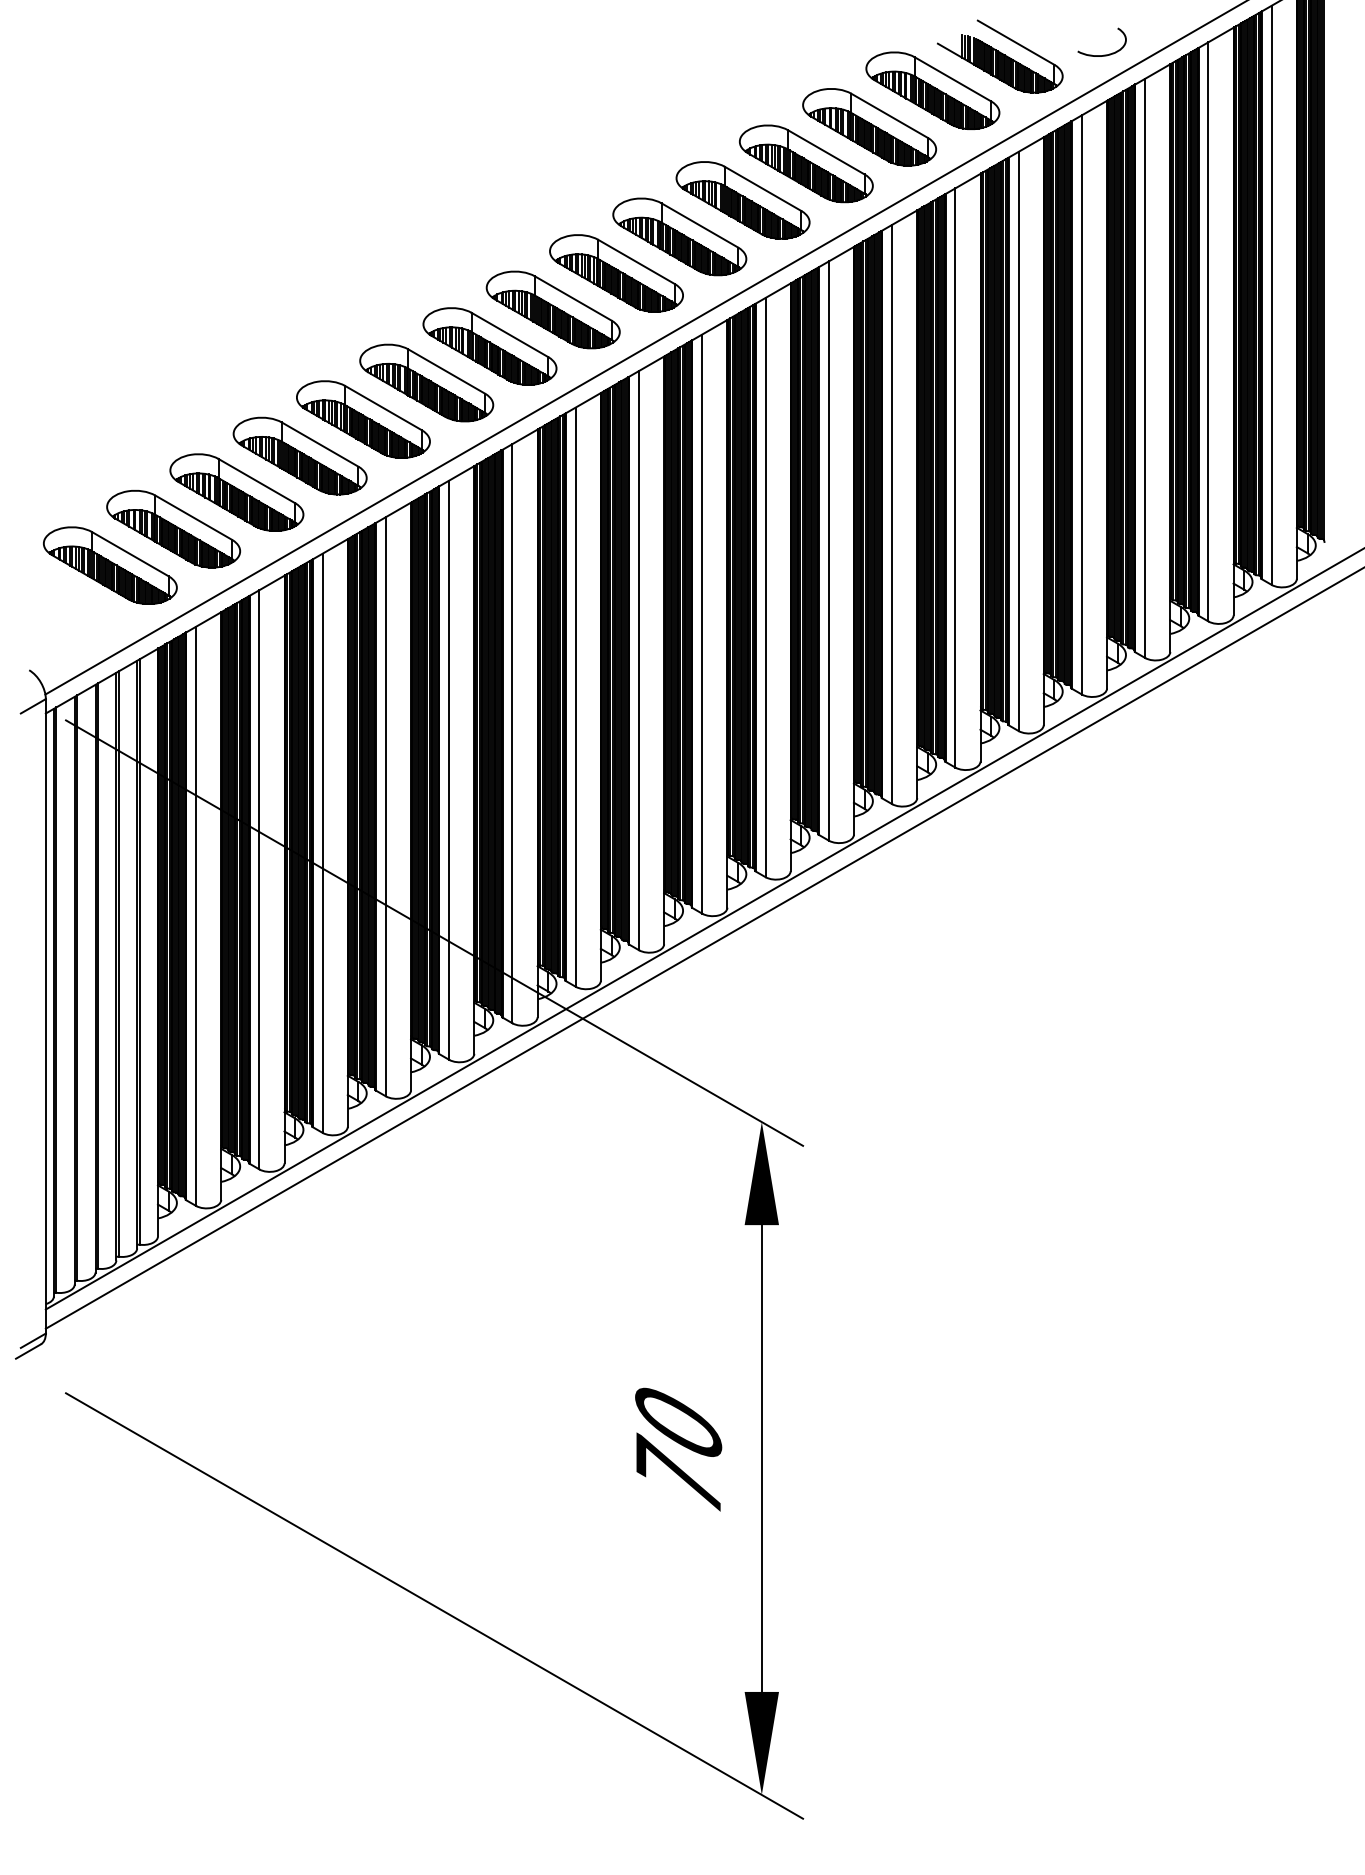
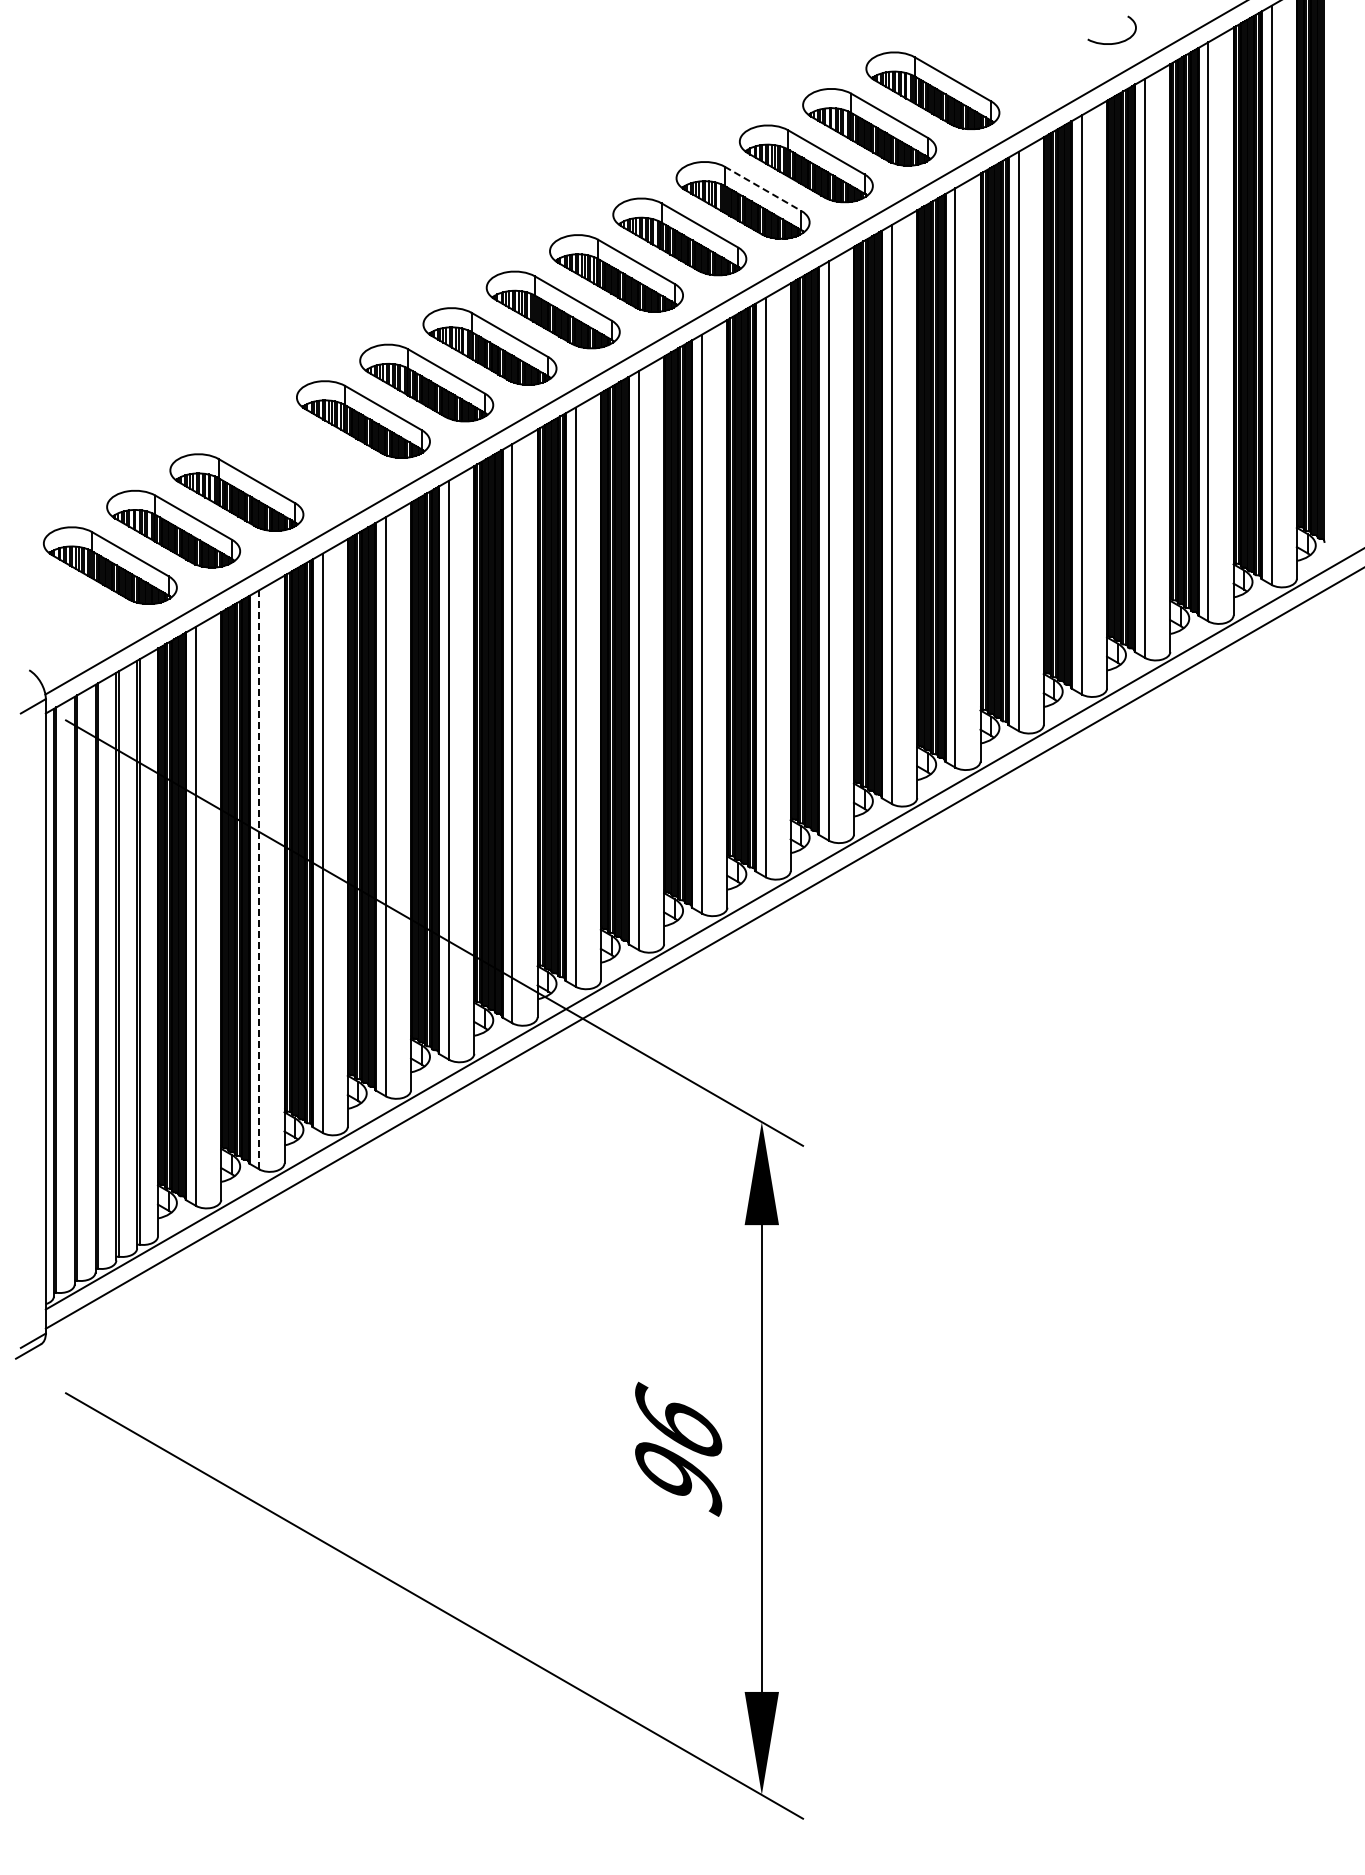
curve at (1103, 54) position: (1103, 54) -> (1113, 42)
part at (1000, 56): present -> none
line at (763, 189): solid -> dashed
part at (299, 455): present -> none
line at (259, 879): solid -> dashed
text at (678, 1448): 70 -> 96
